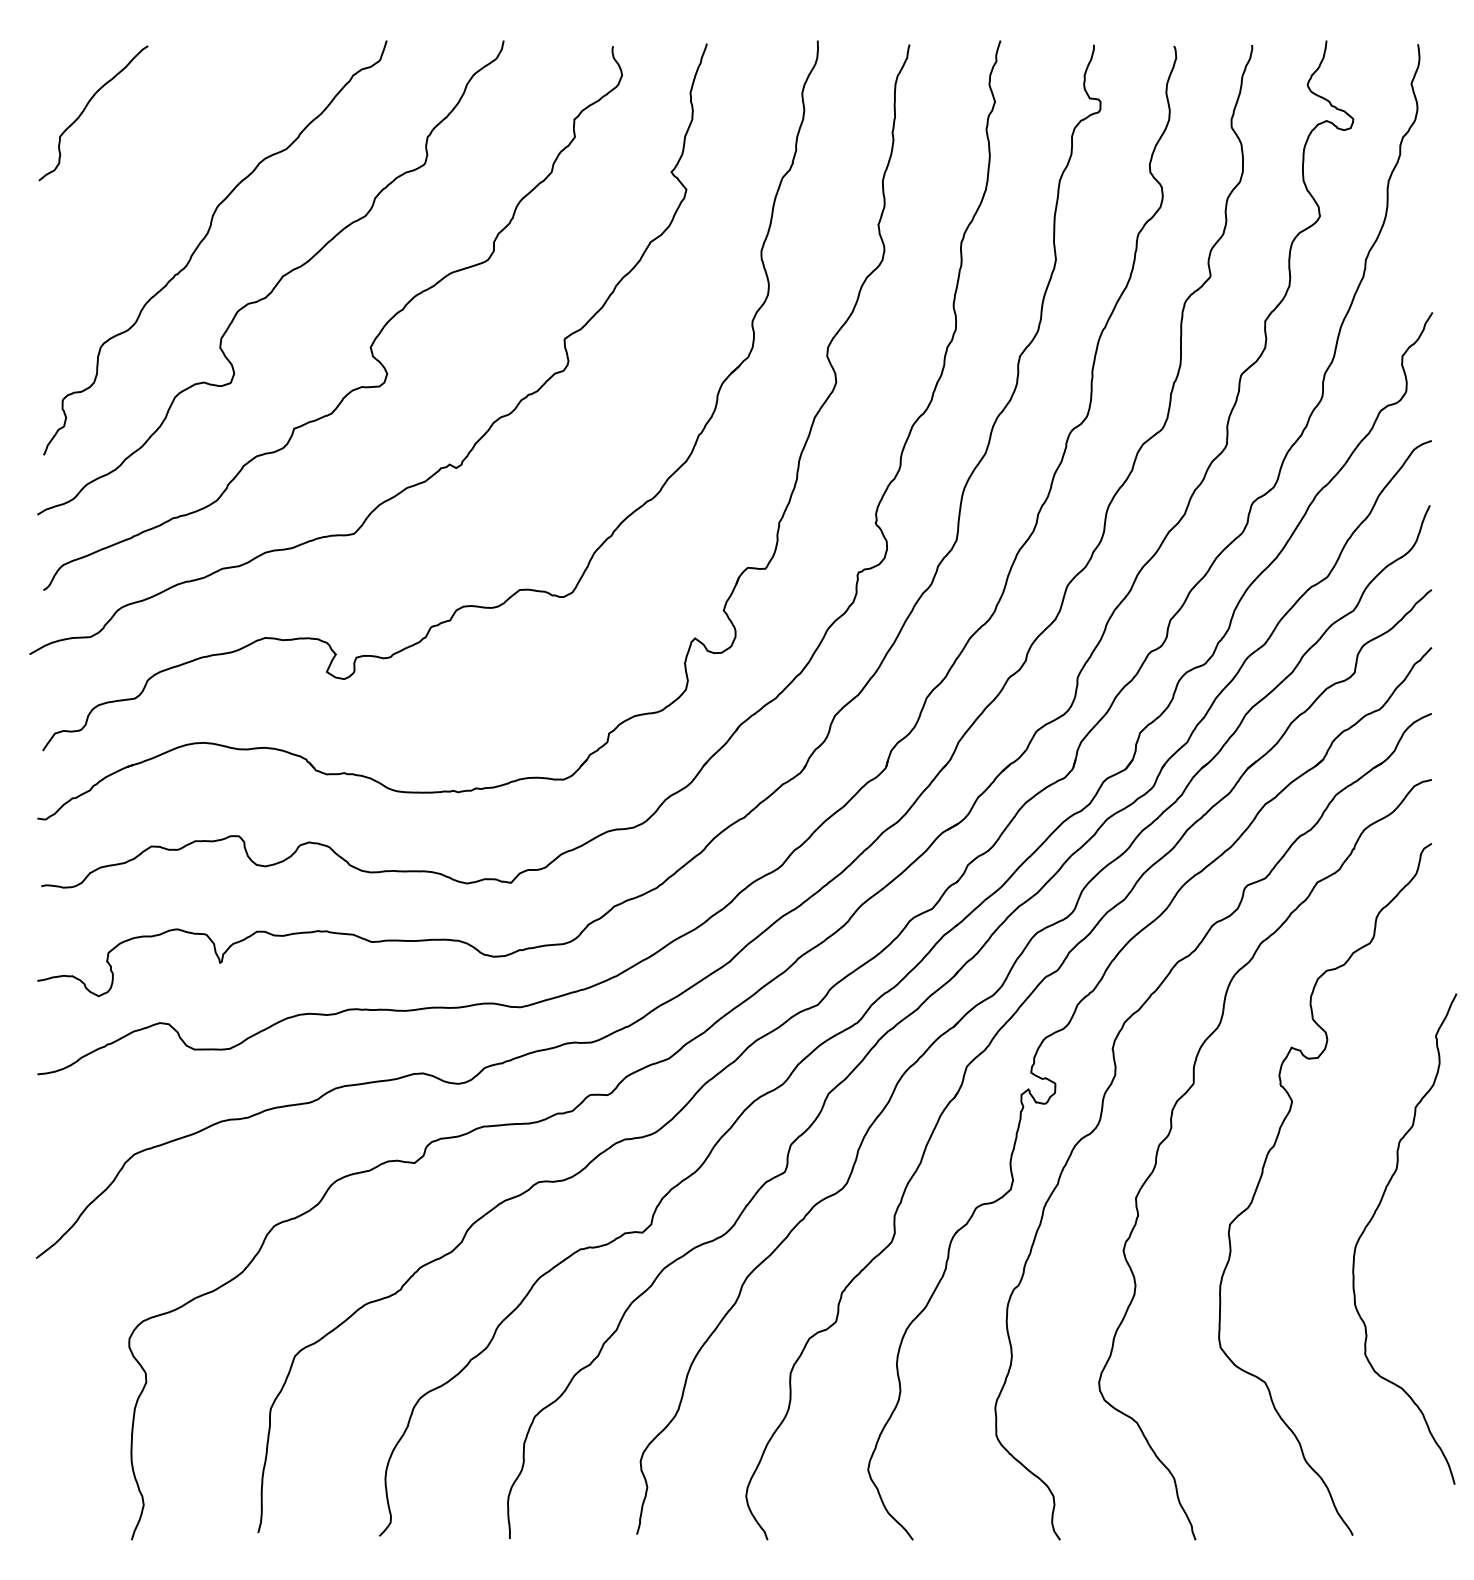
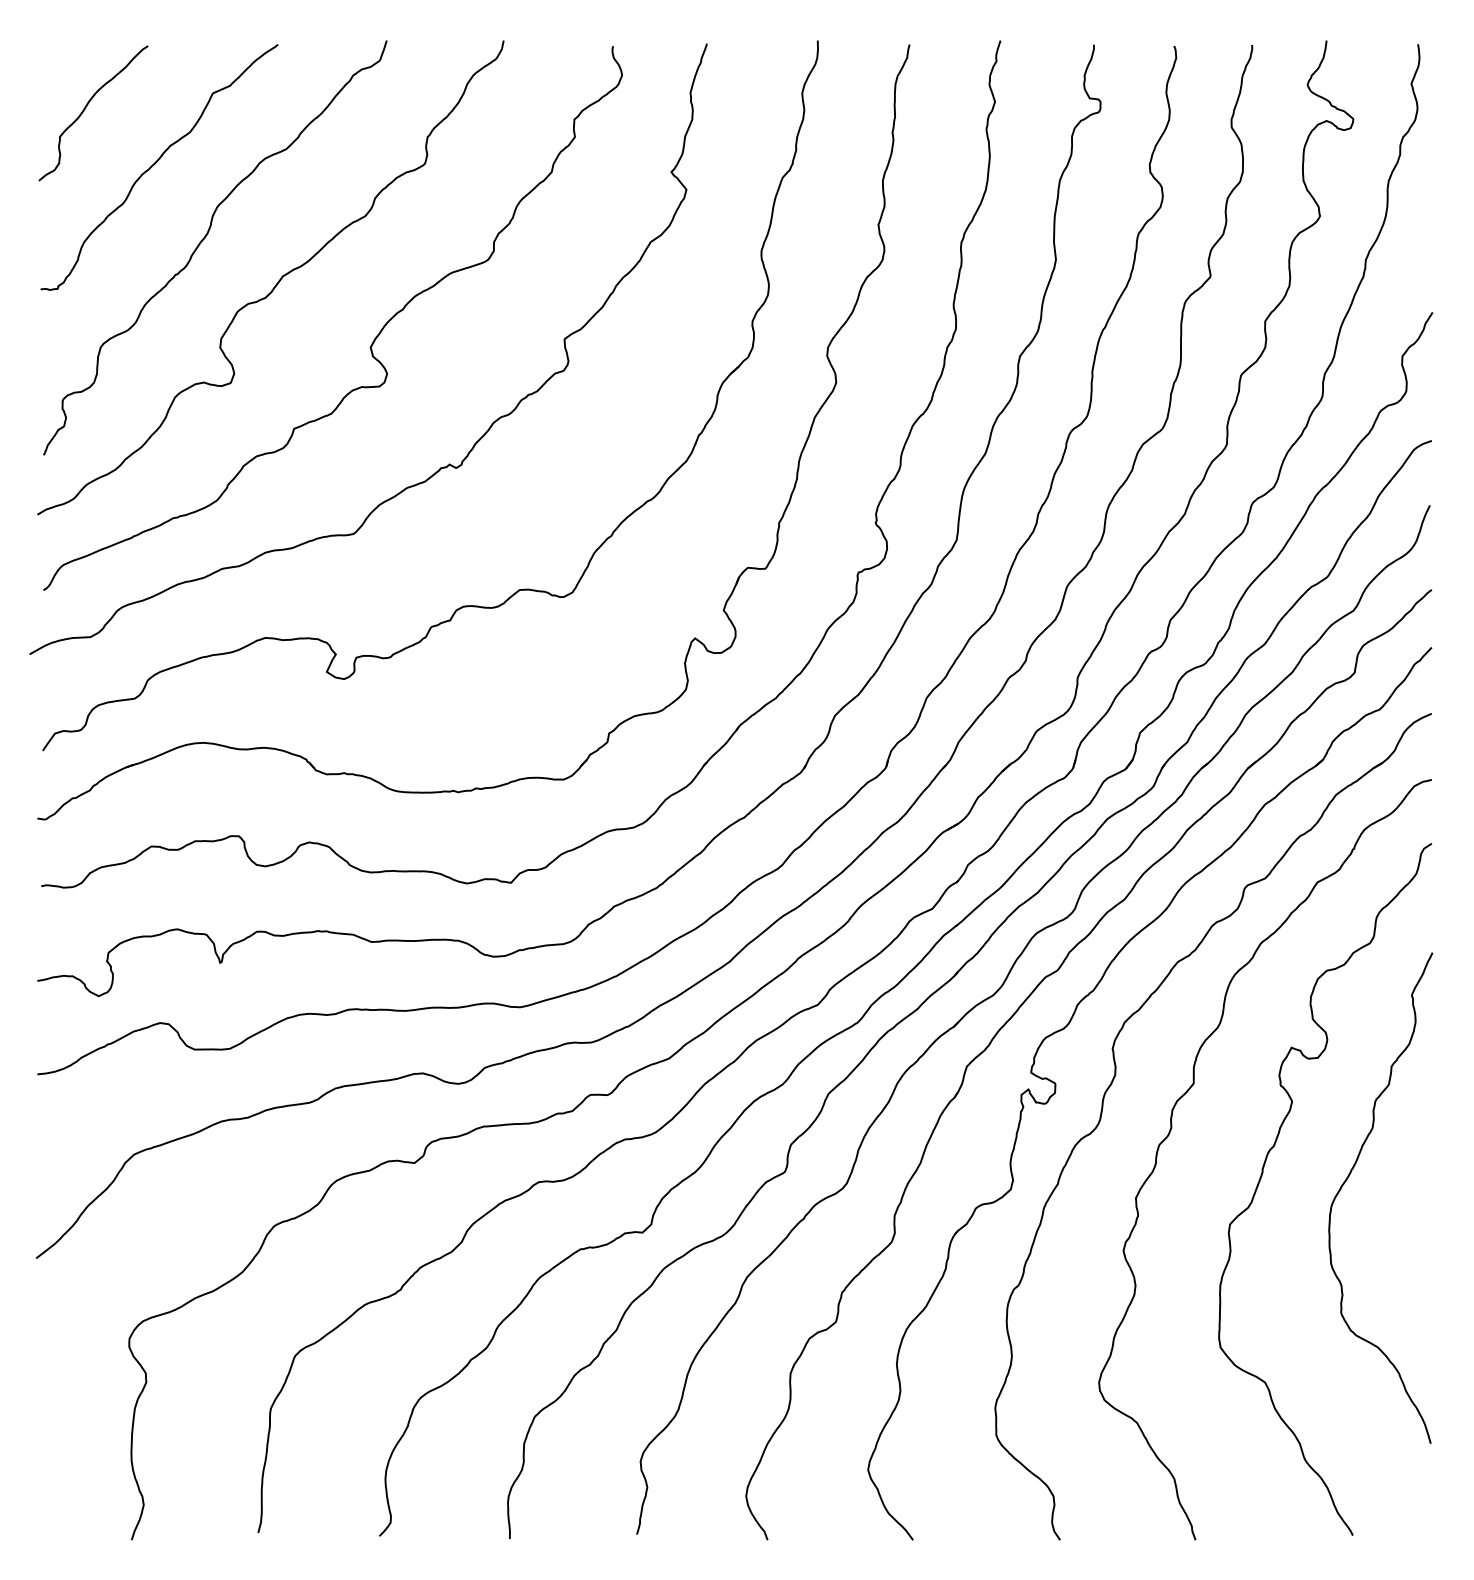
curve at (156, 163): none -> present
curve at (1372, 1219) position: (1372, 1219) -> (1348, 1178)
